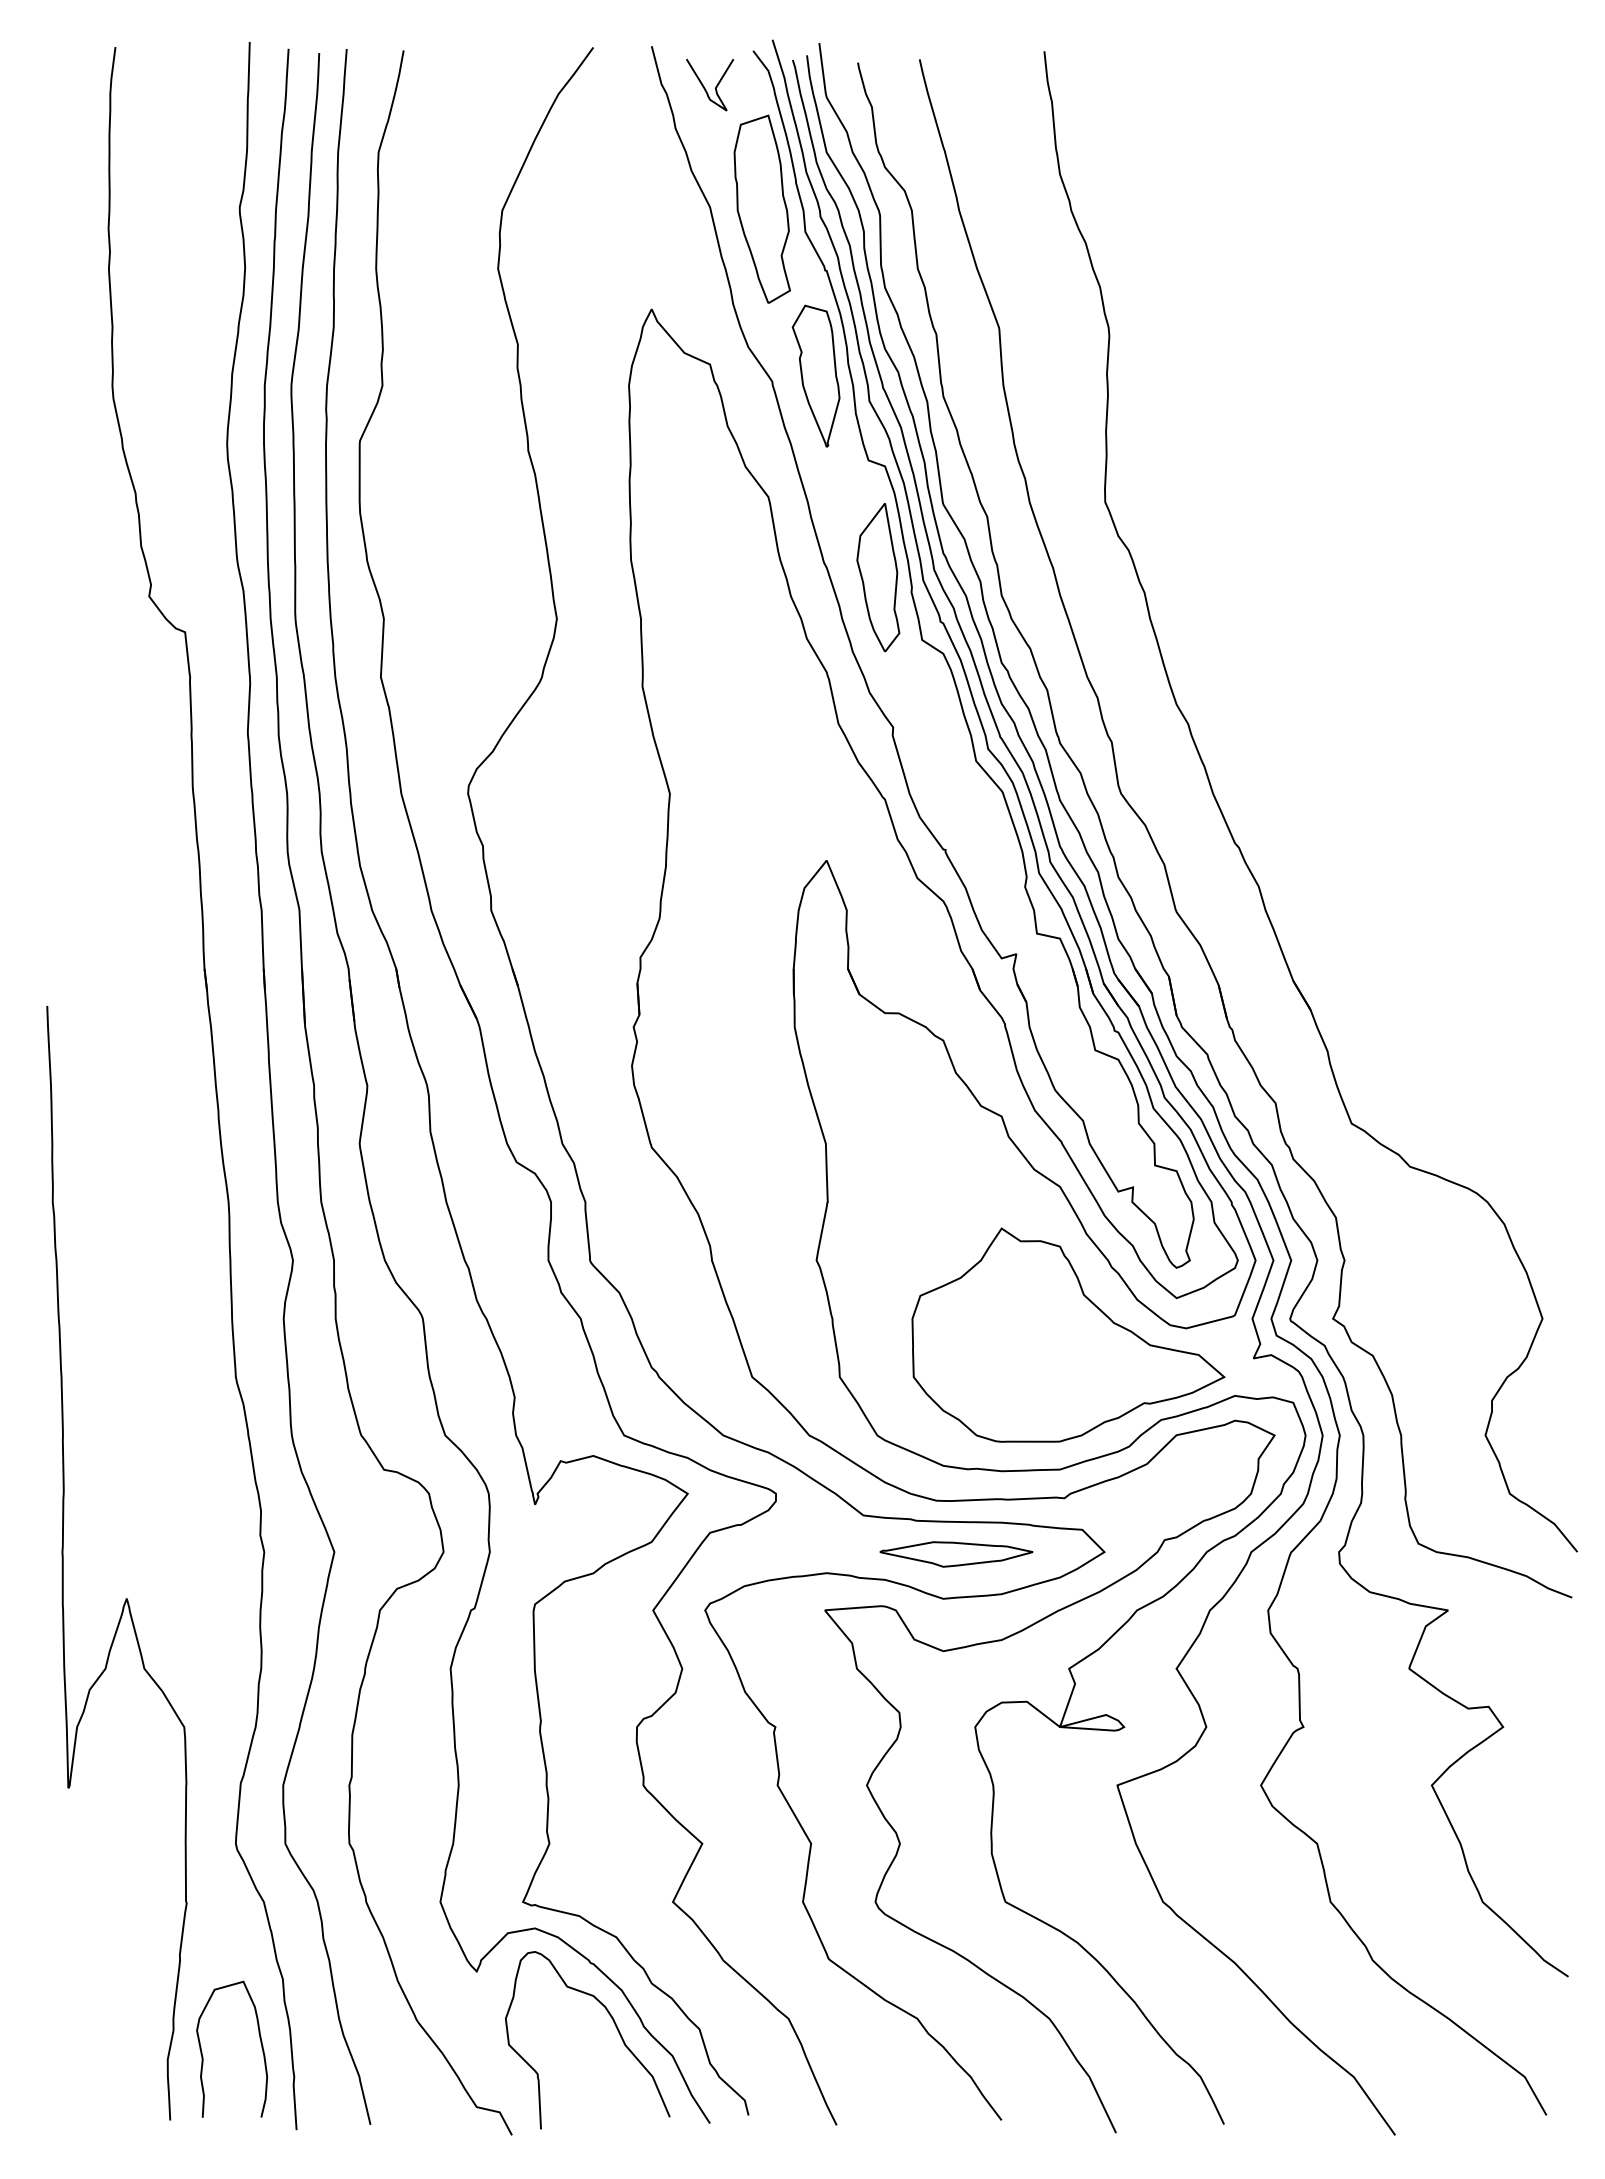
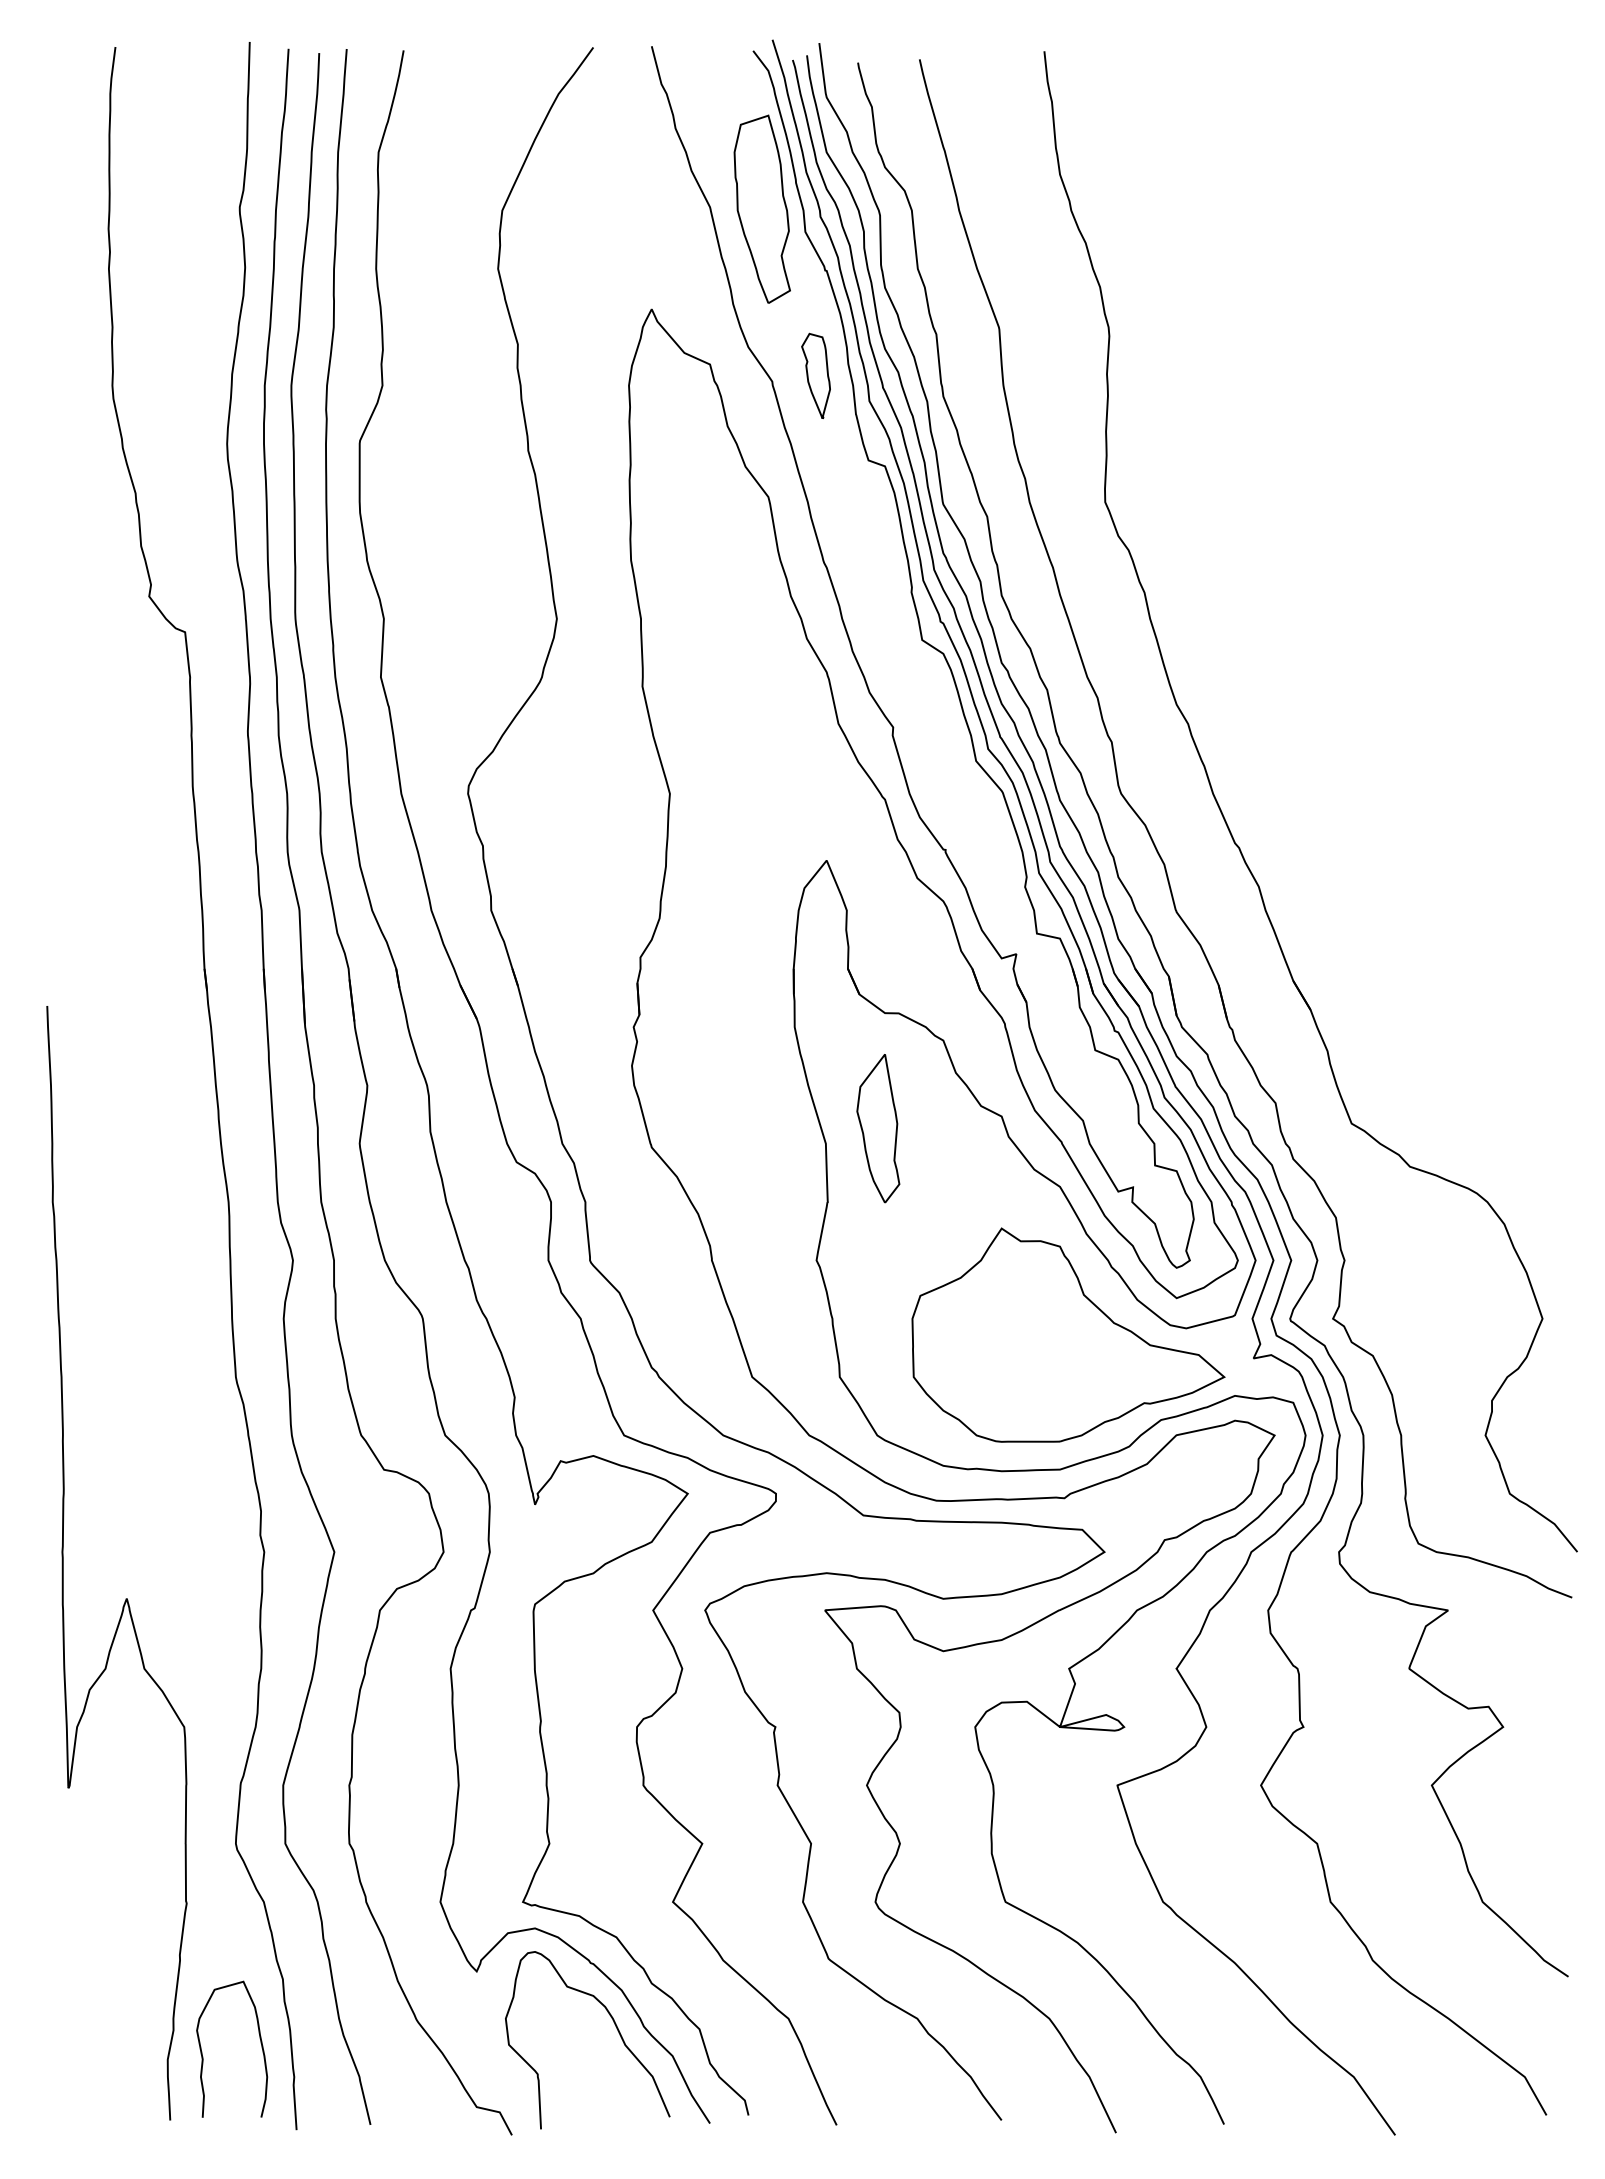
curve at (715, 86): present -> none
part at (815, 375) size: 50x144 px -> 30x87 px
part at (878, 577) position: (878, 577) -> (878, 1128)
part at (956, 1554): present -> none
